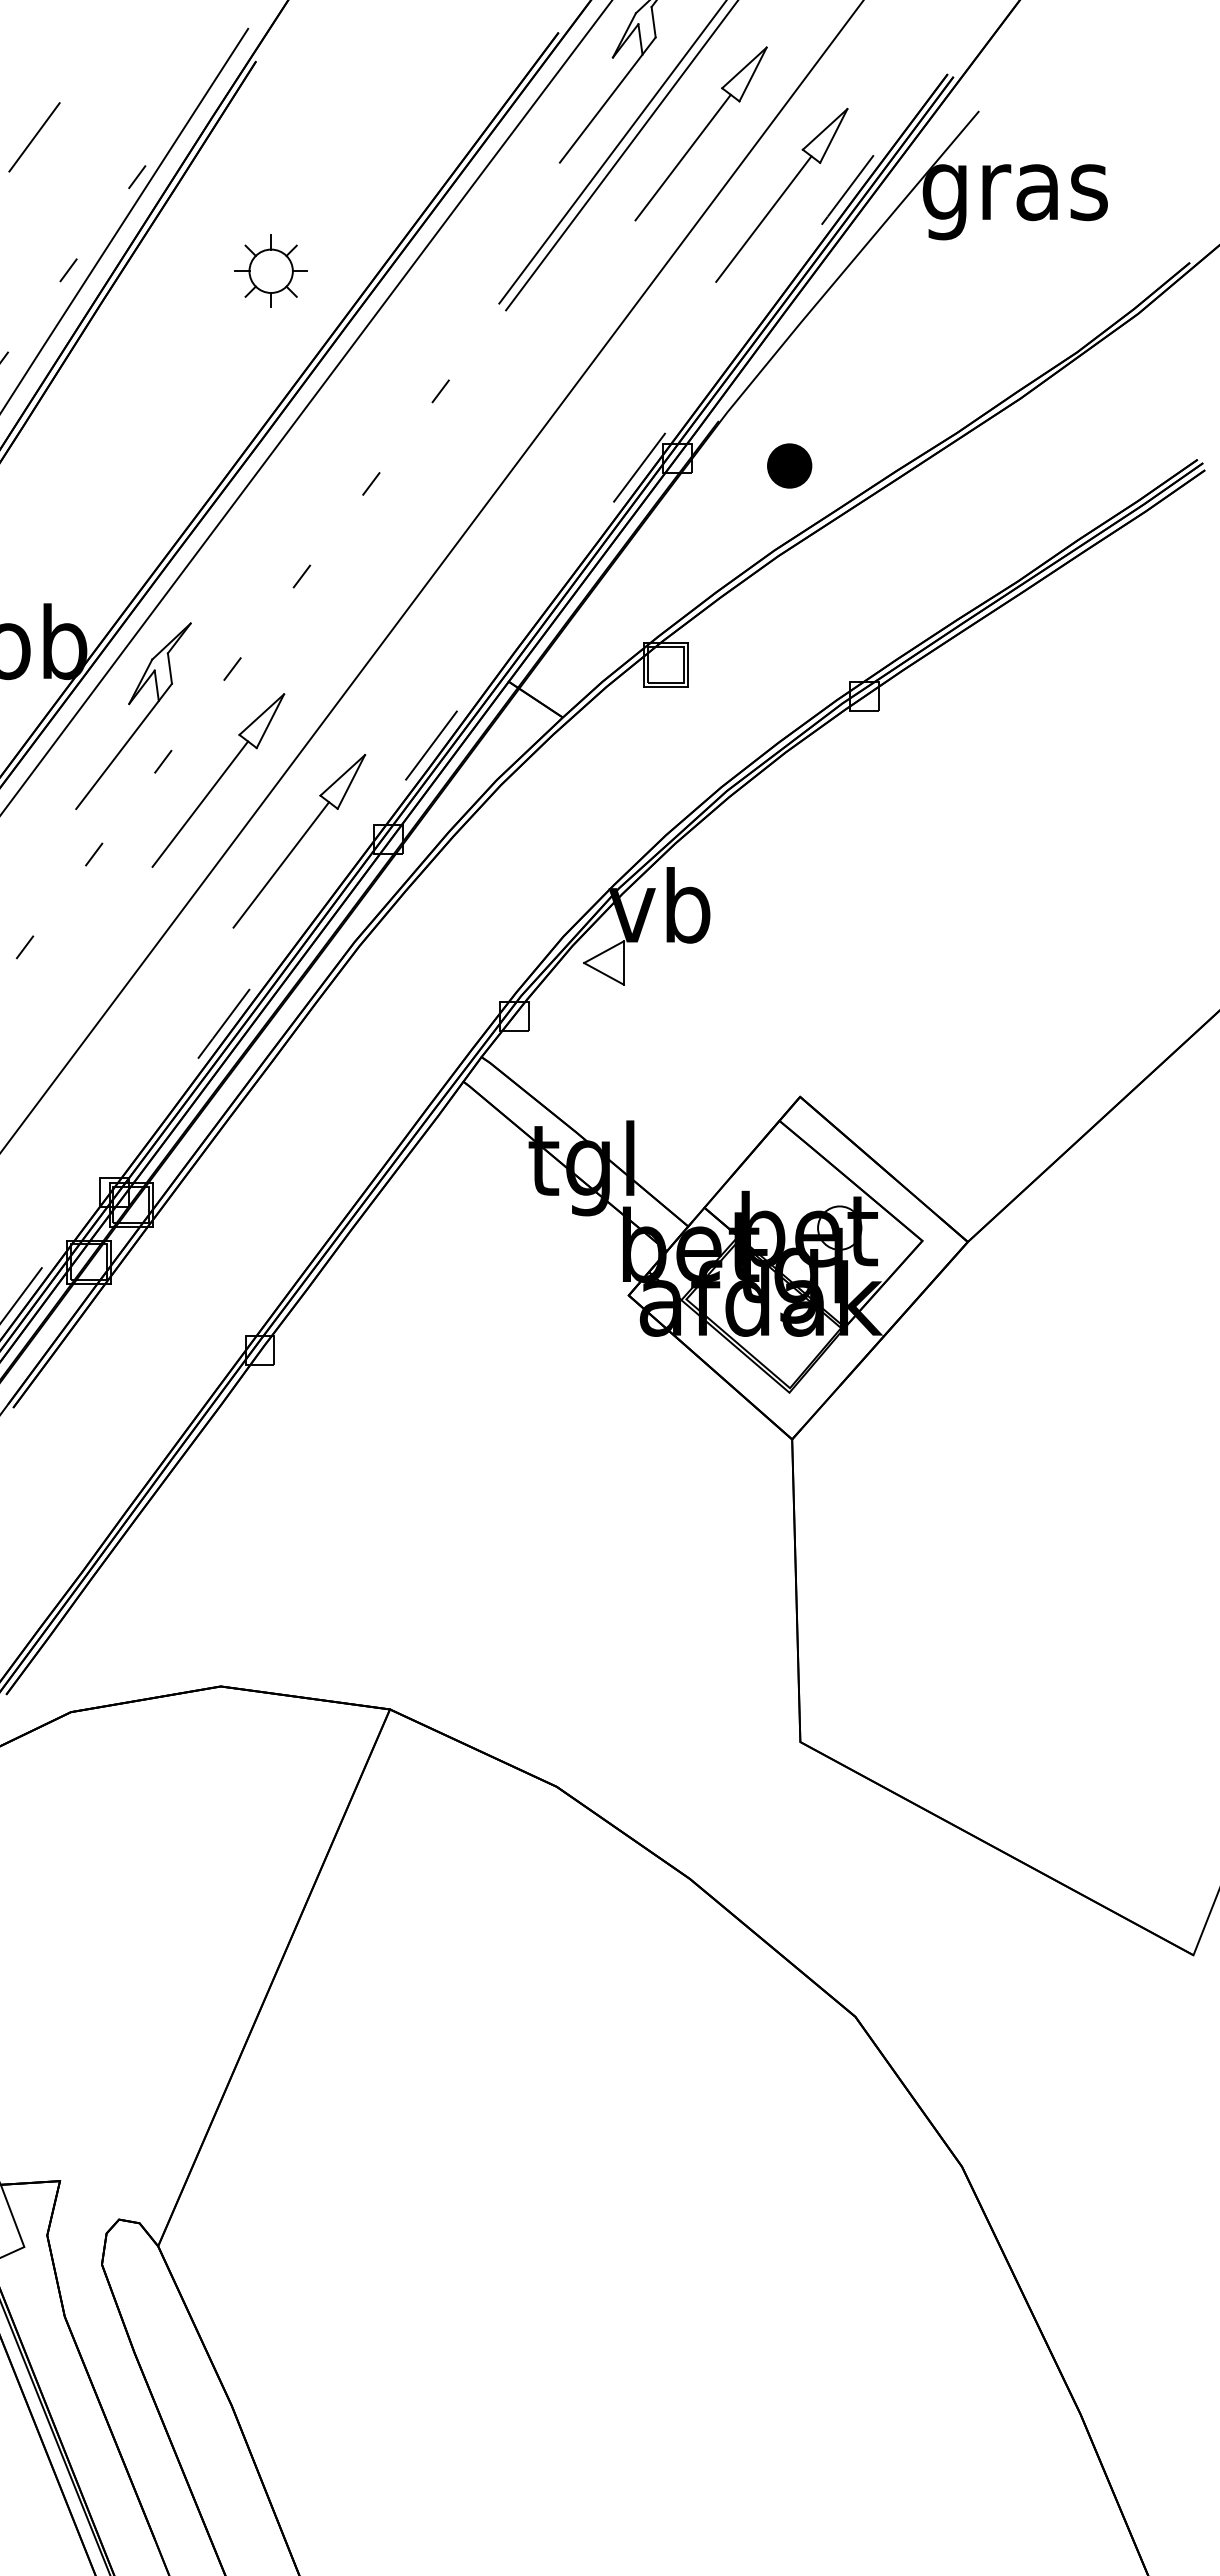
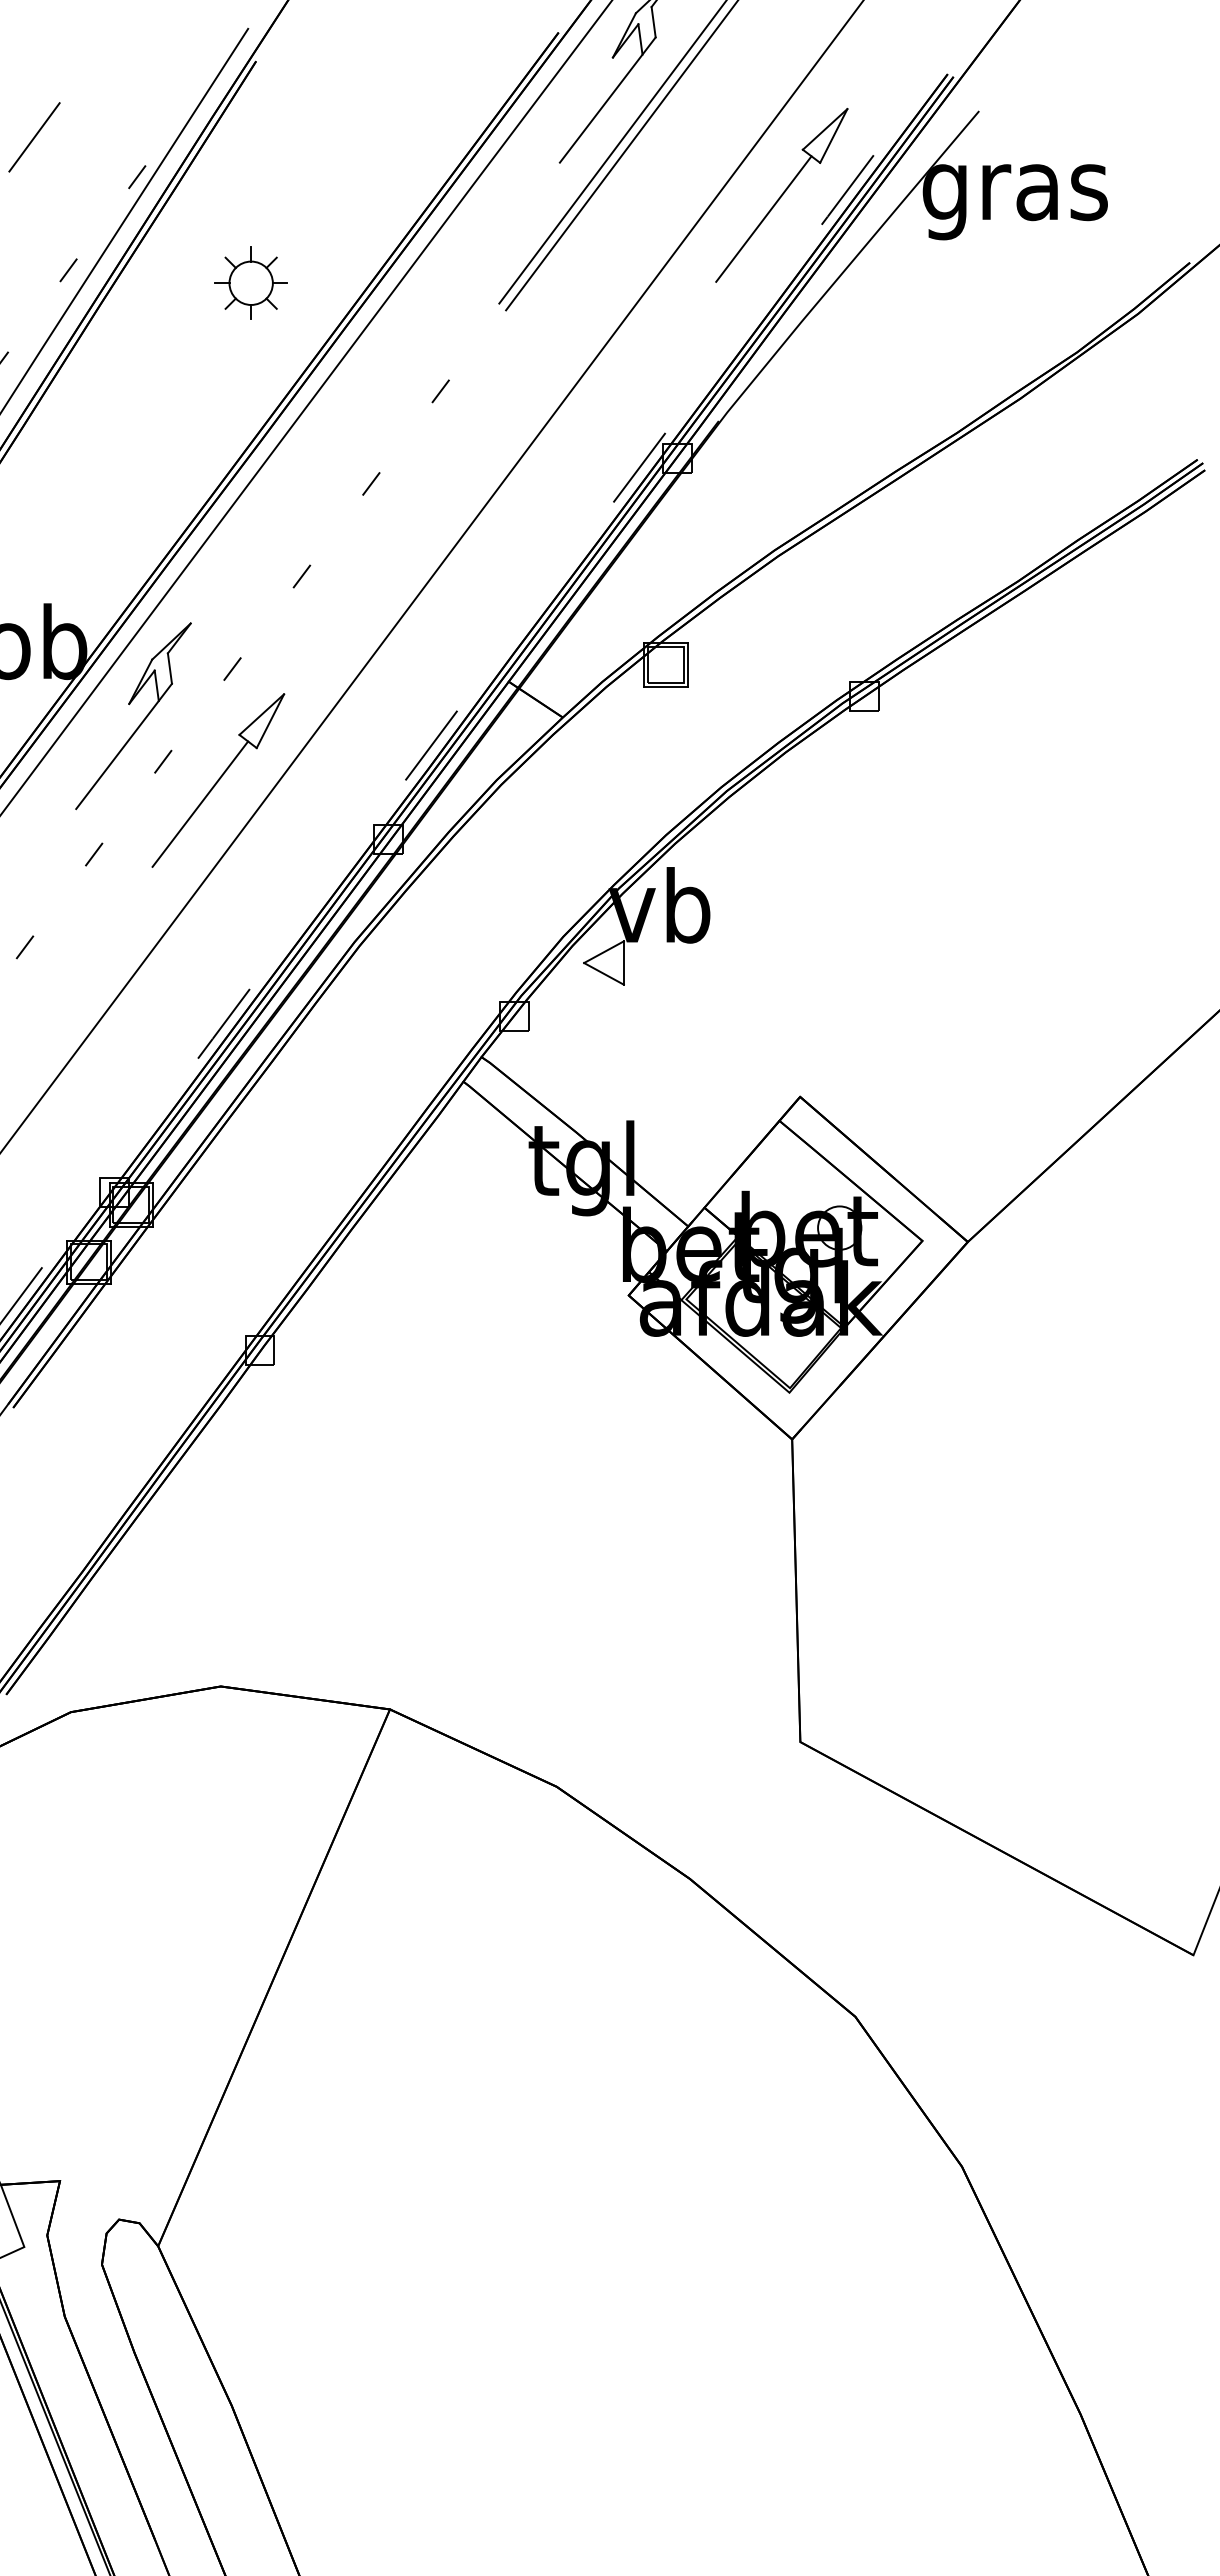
part at (700, 133): present -> none
part at (270, 270) position: (270, 270) -> (250, 282)
part at (789, 465): present -> none
part at (299, 841): present -> none
